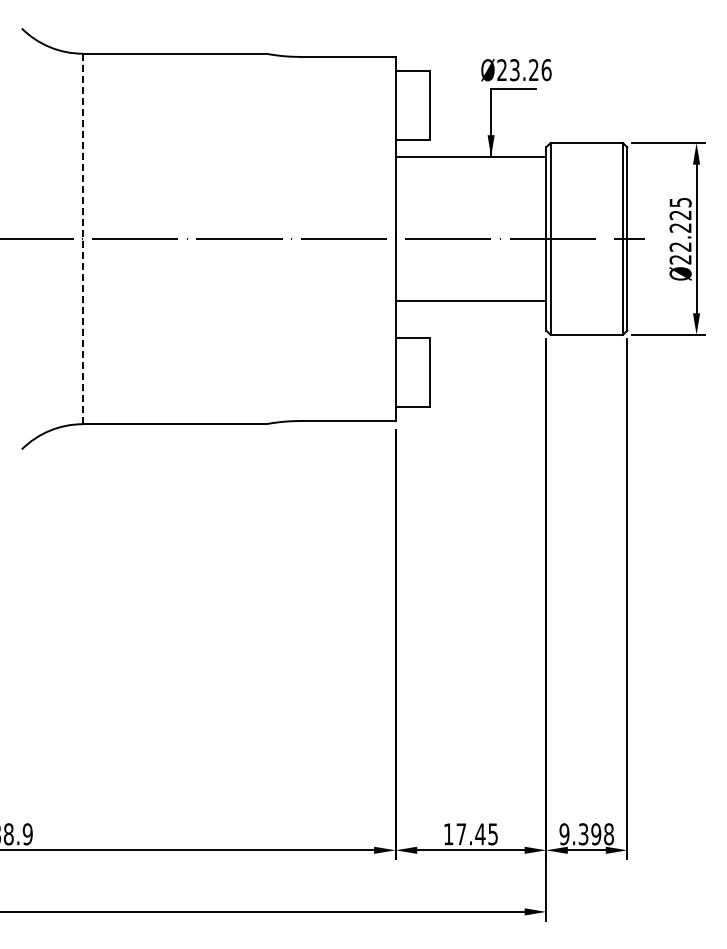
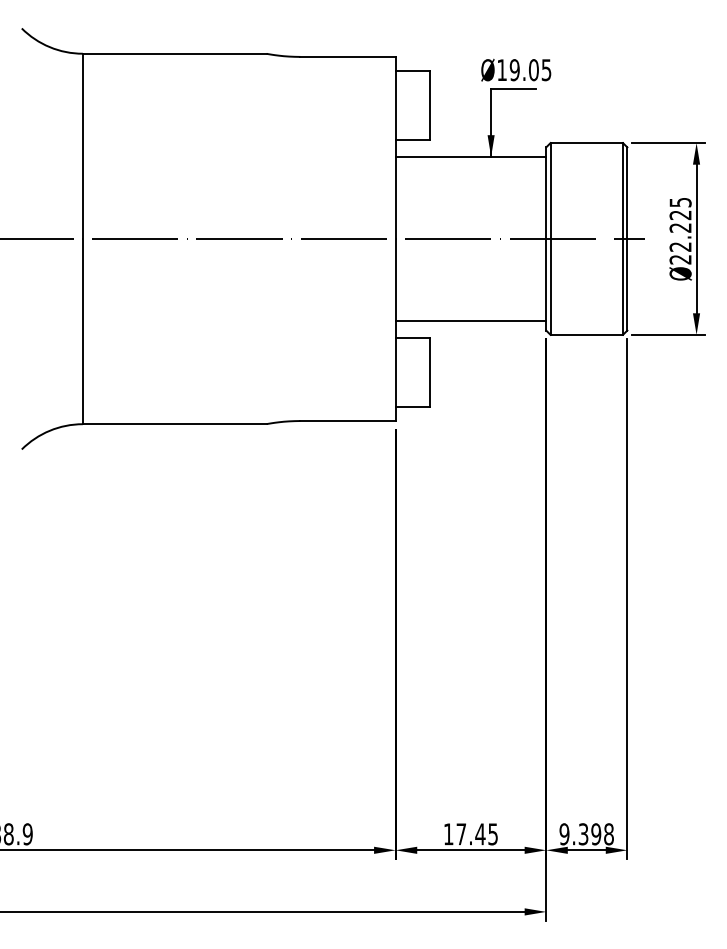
text at (524, 70): Ø23.26 -> Ø19.05
line at (82, 239): dashed -> solid
line at (470, 301) position: (470, 301) -> (470, 321)
